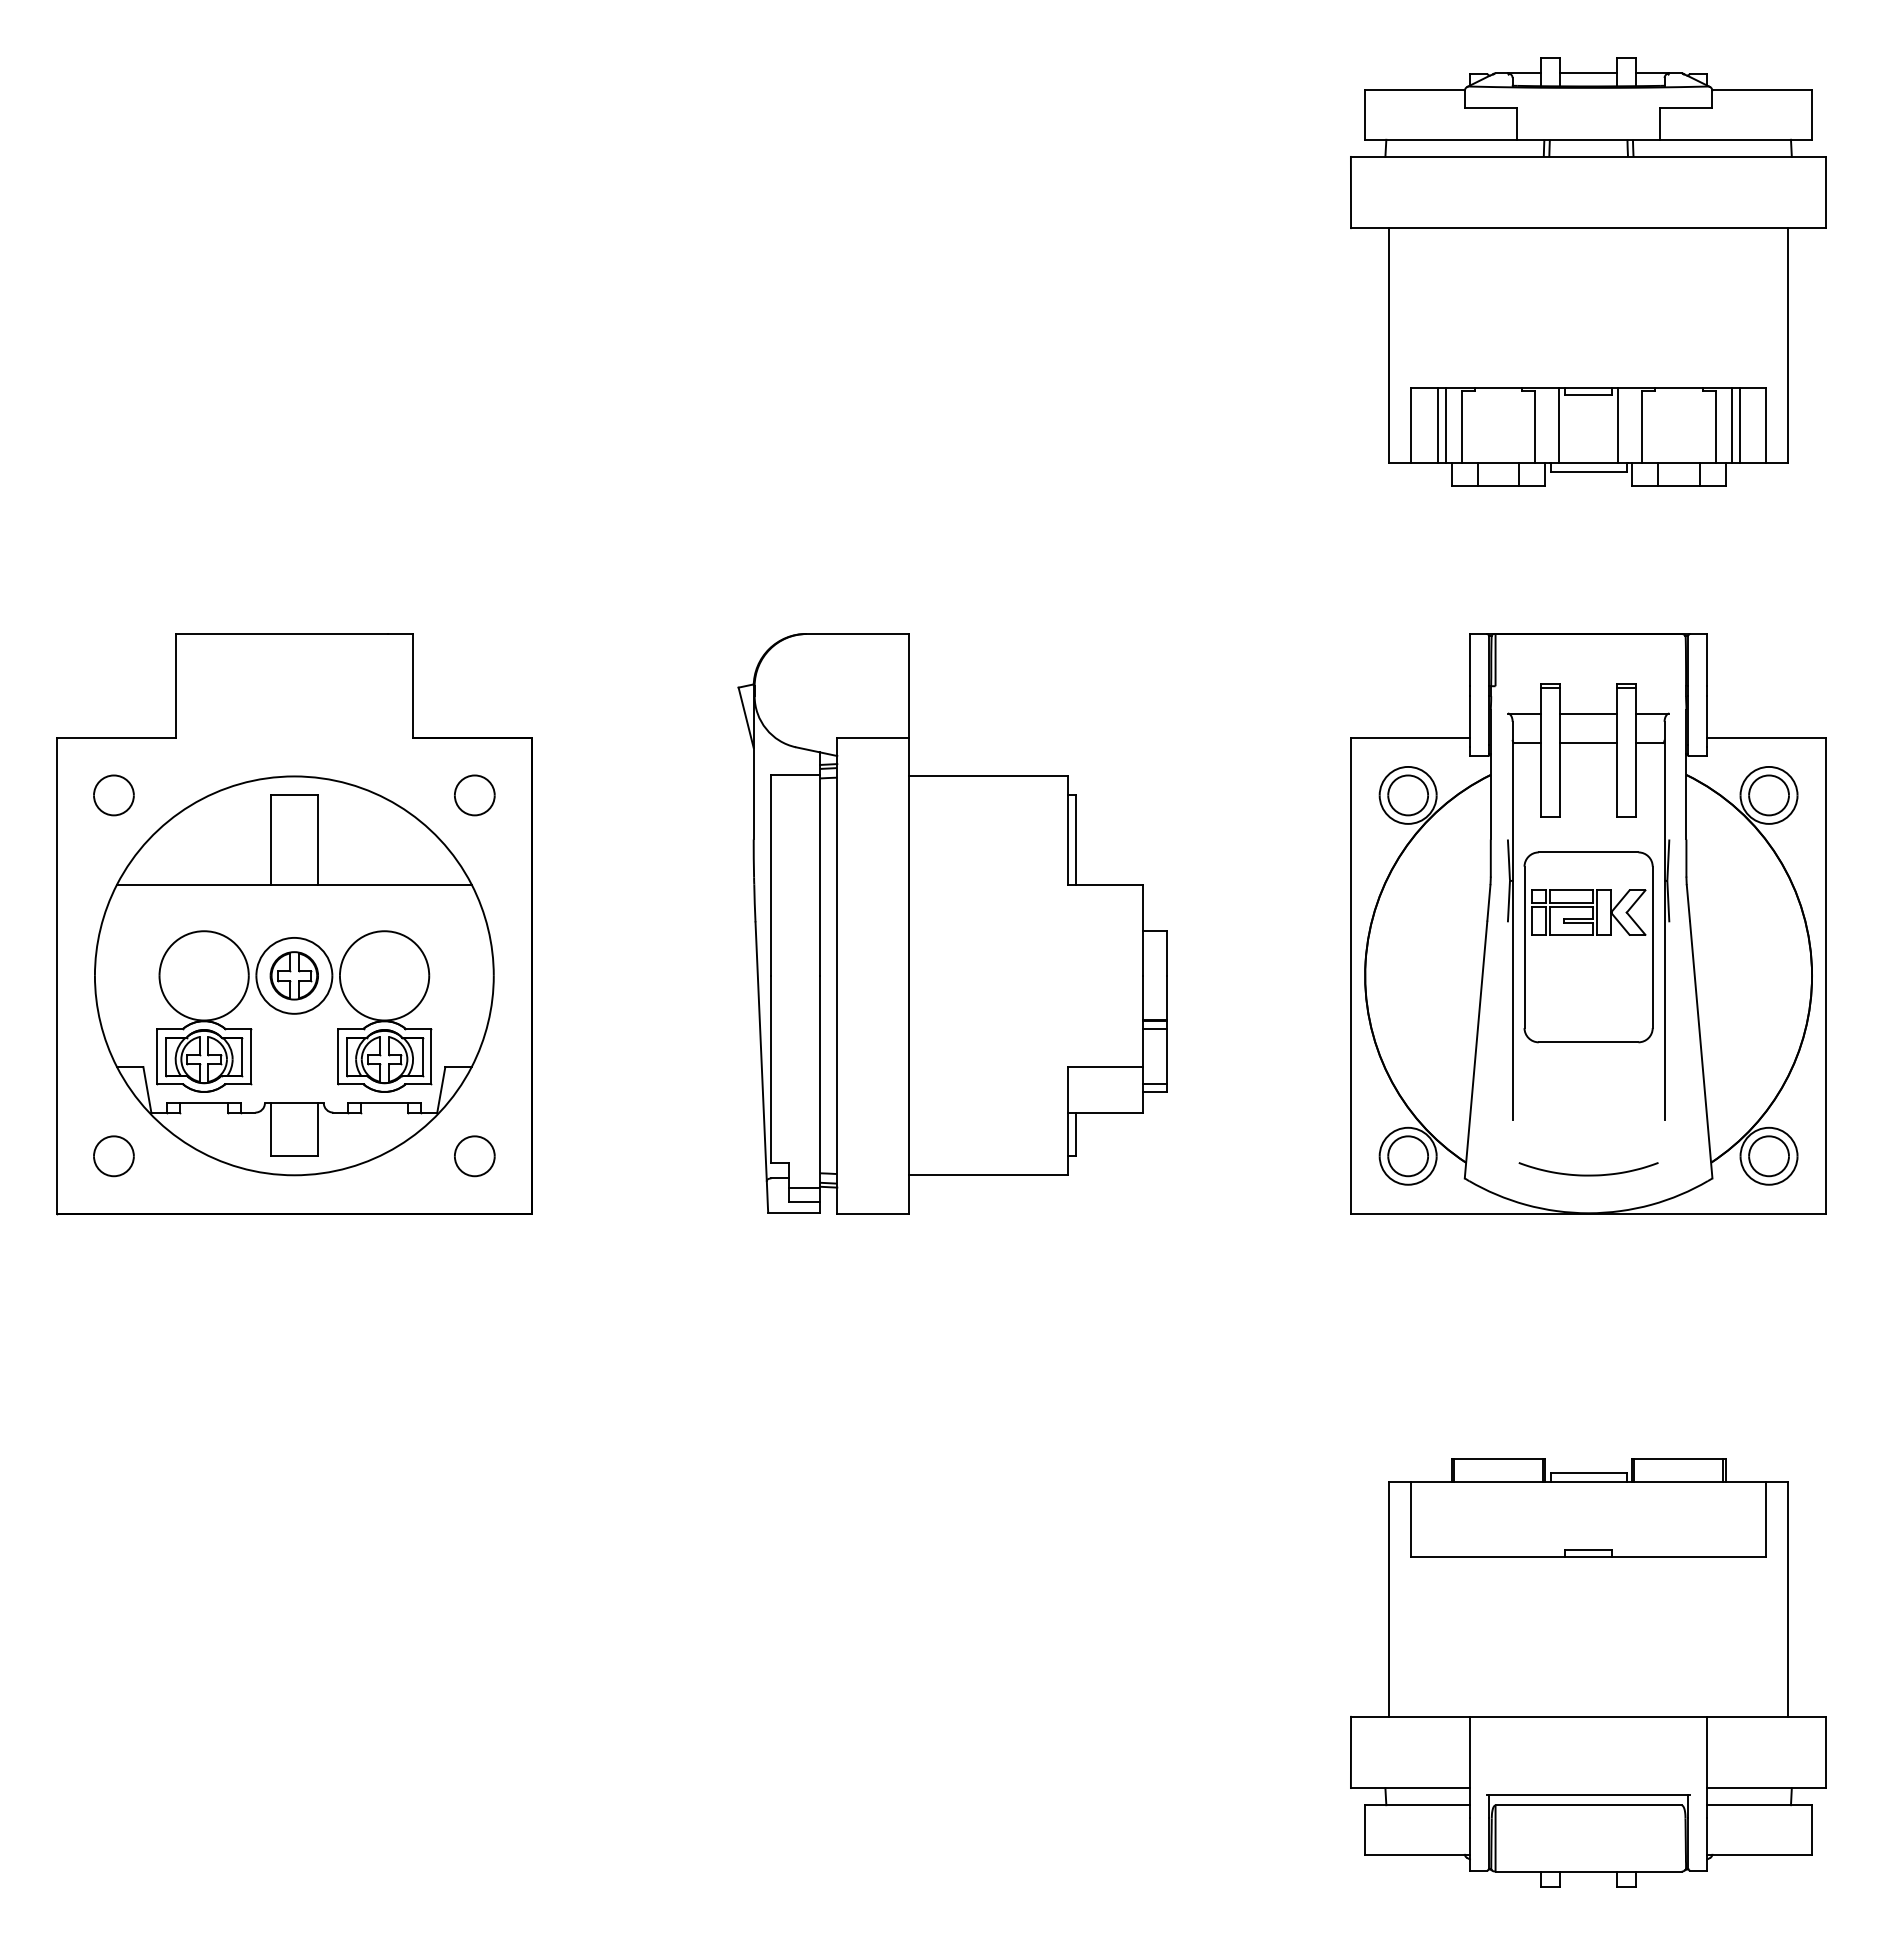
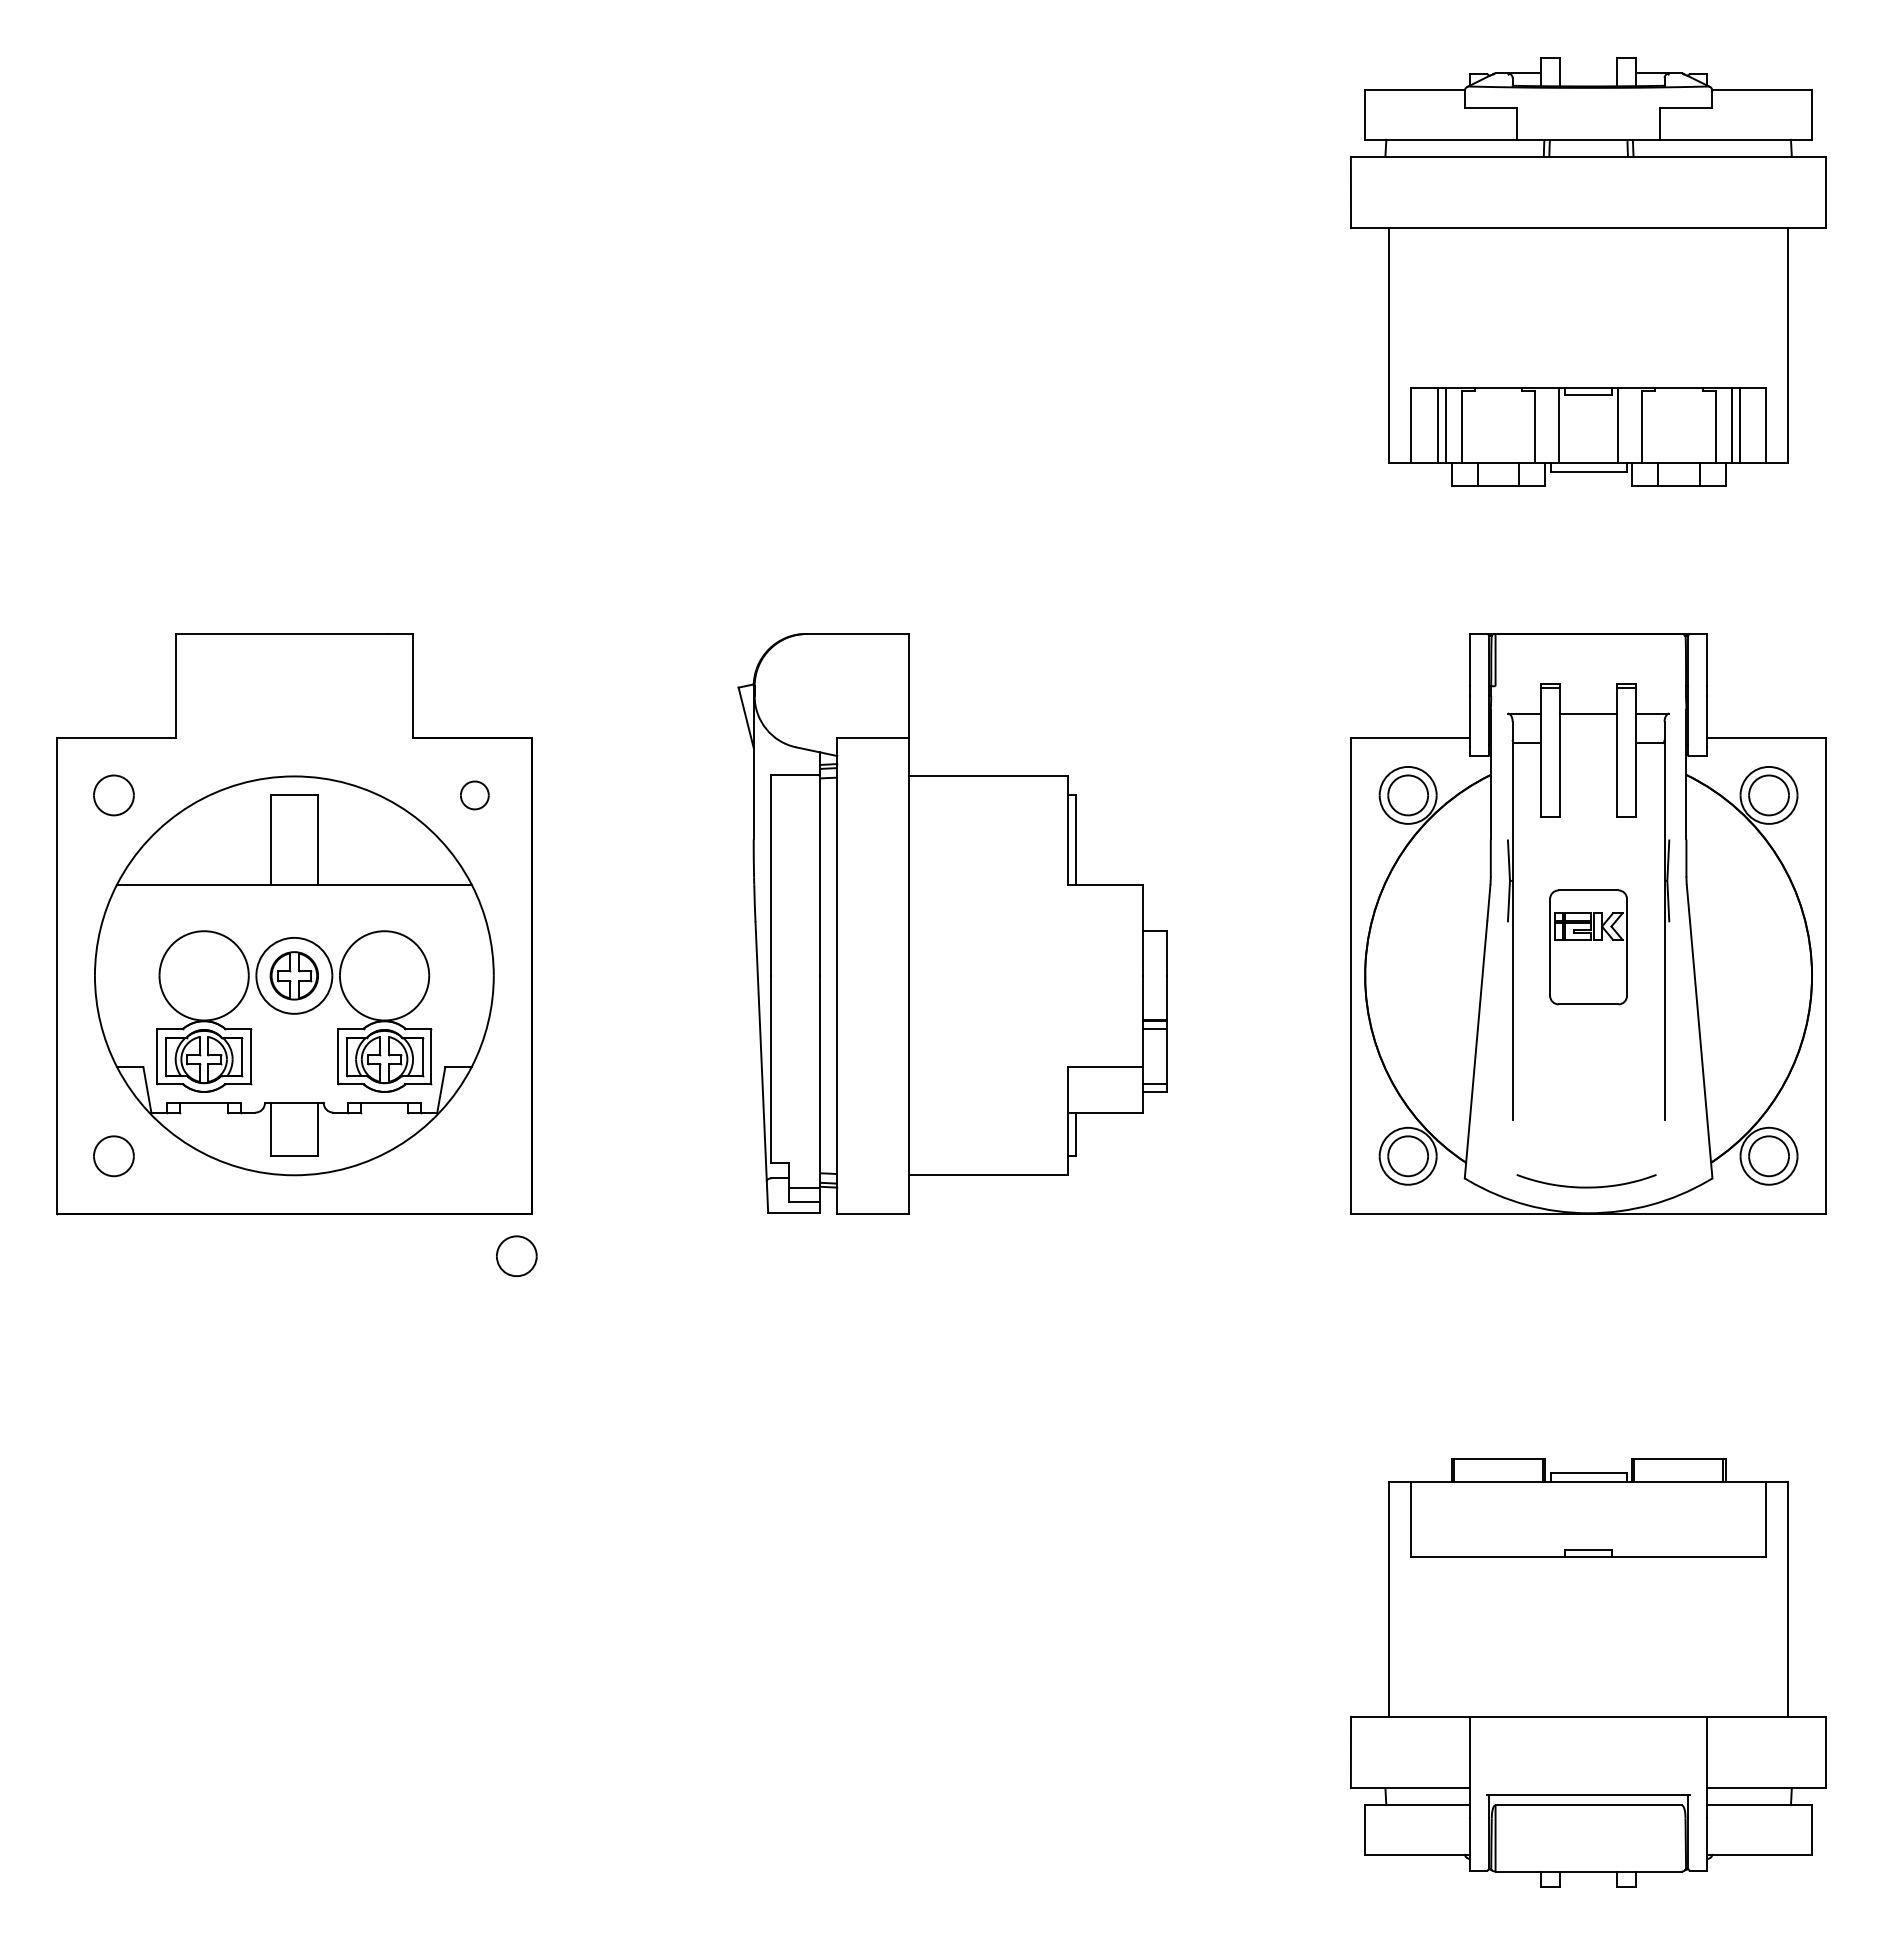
line at (1588, 73): present -> none
line at (1588, 743): present -> none
part at (474, 795) size: 42x43 px -> 30x31 px
part at (1588, 947) size: 131x193 px -> 79x117 px
part at (474, 1156) position: (474, 1156) -> (516, 1256)
curve at (1588, 1174) position: (1588, 1174) -> (1586, 1186)
